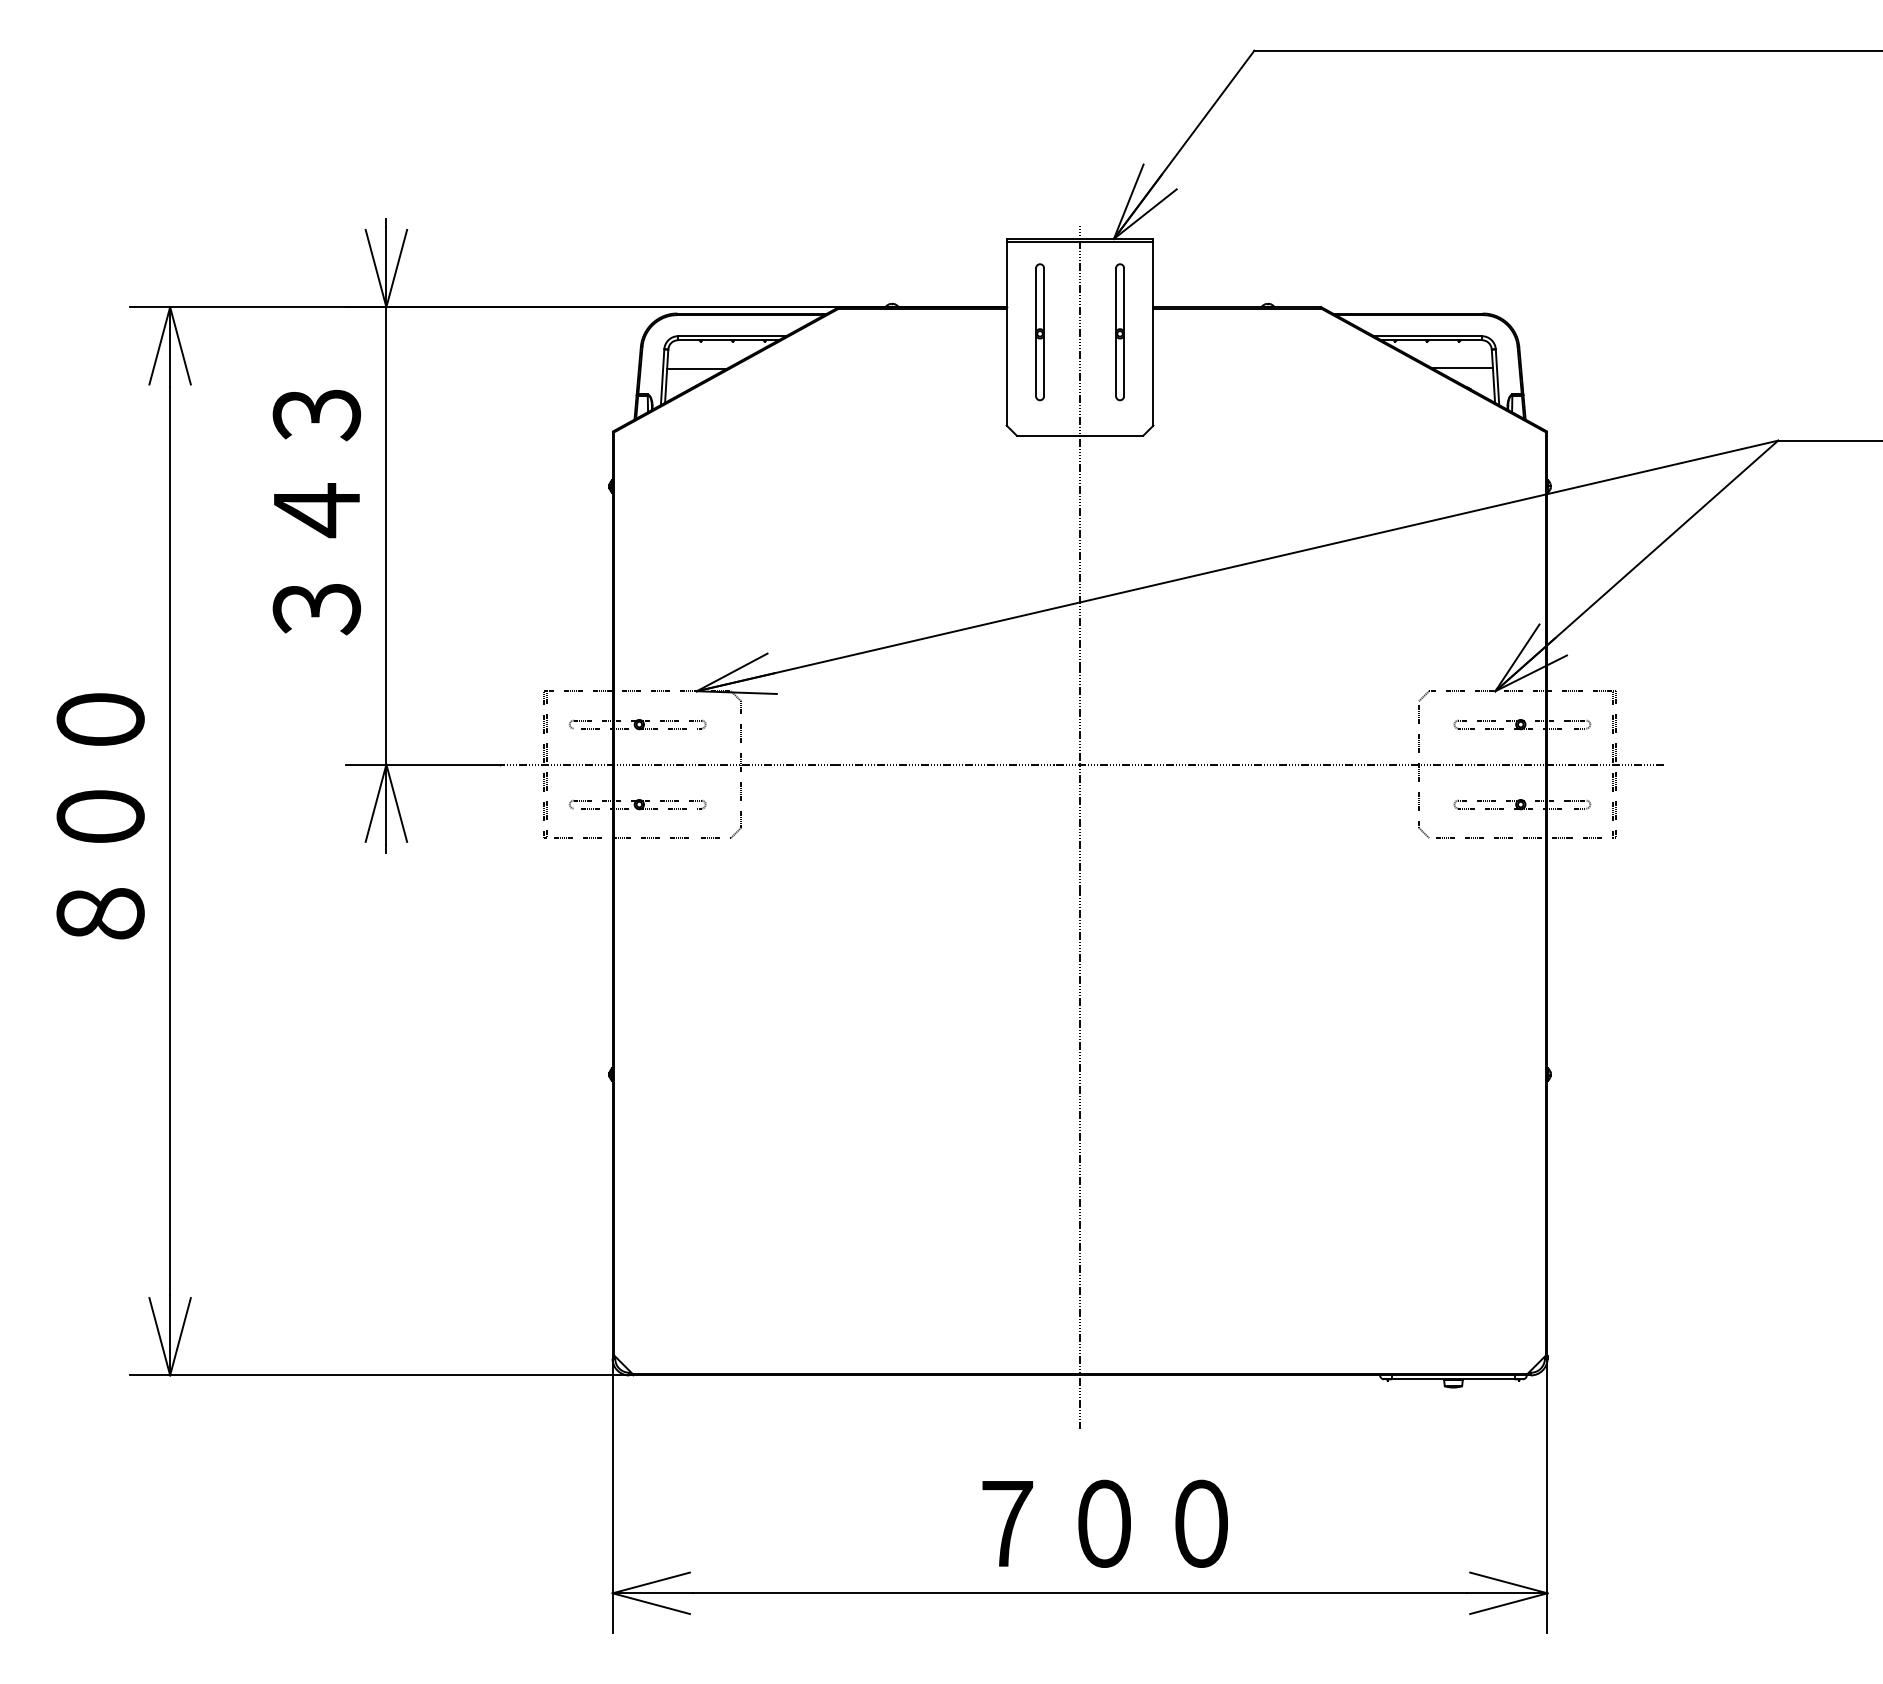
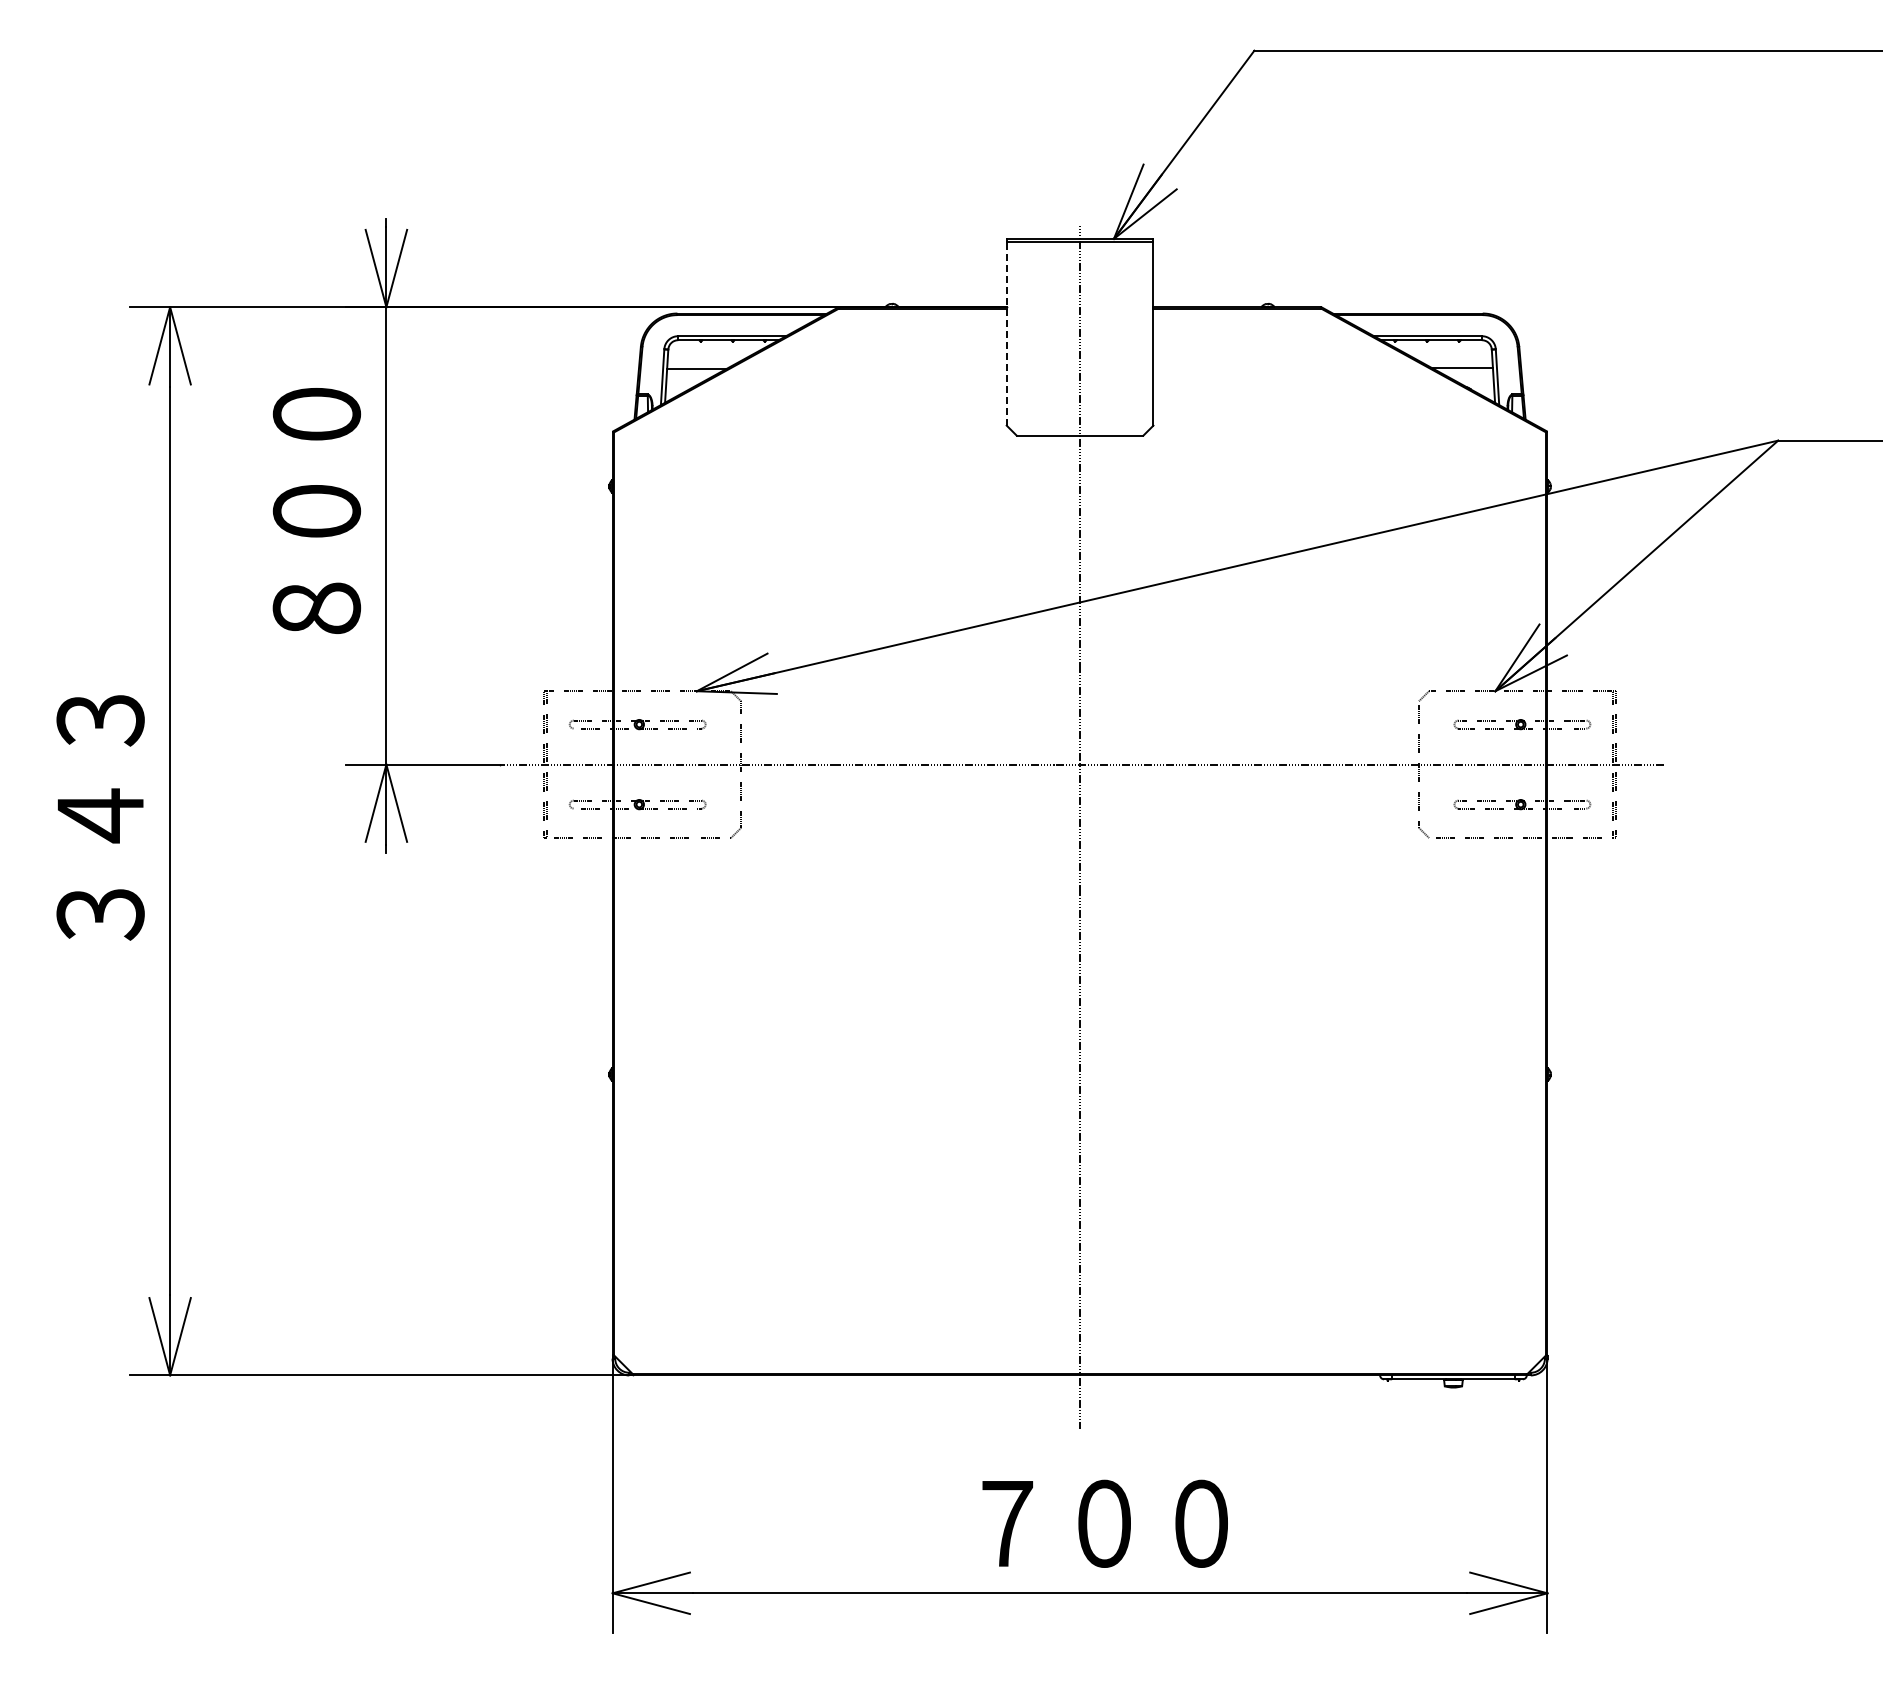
part at (1039, 332): present -> none
part at (1119, 332): present -> none
line at (1006, 333): solid -> dashed
text at (316, 511): ３４３ -> ８００
text at (100, 816): ８００ -> ３４３
